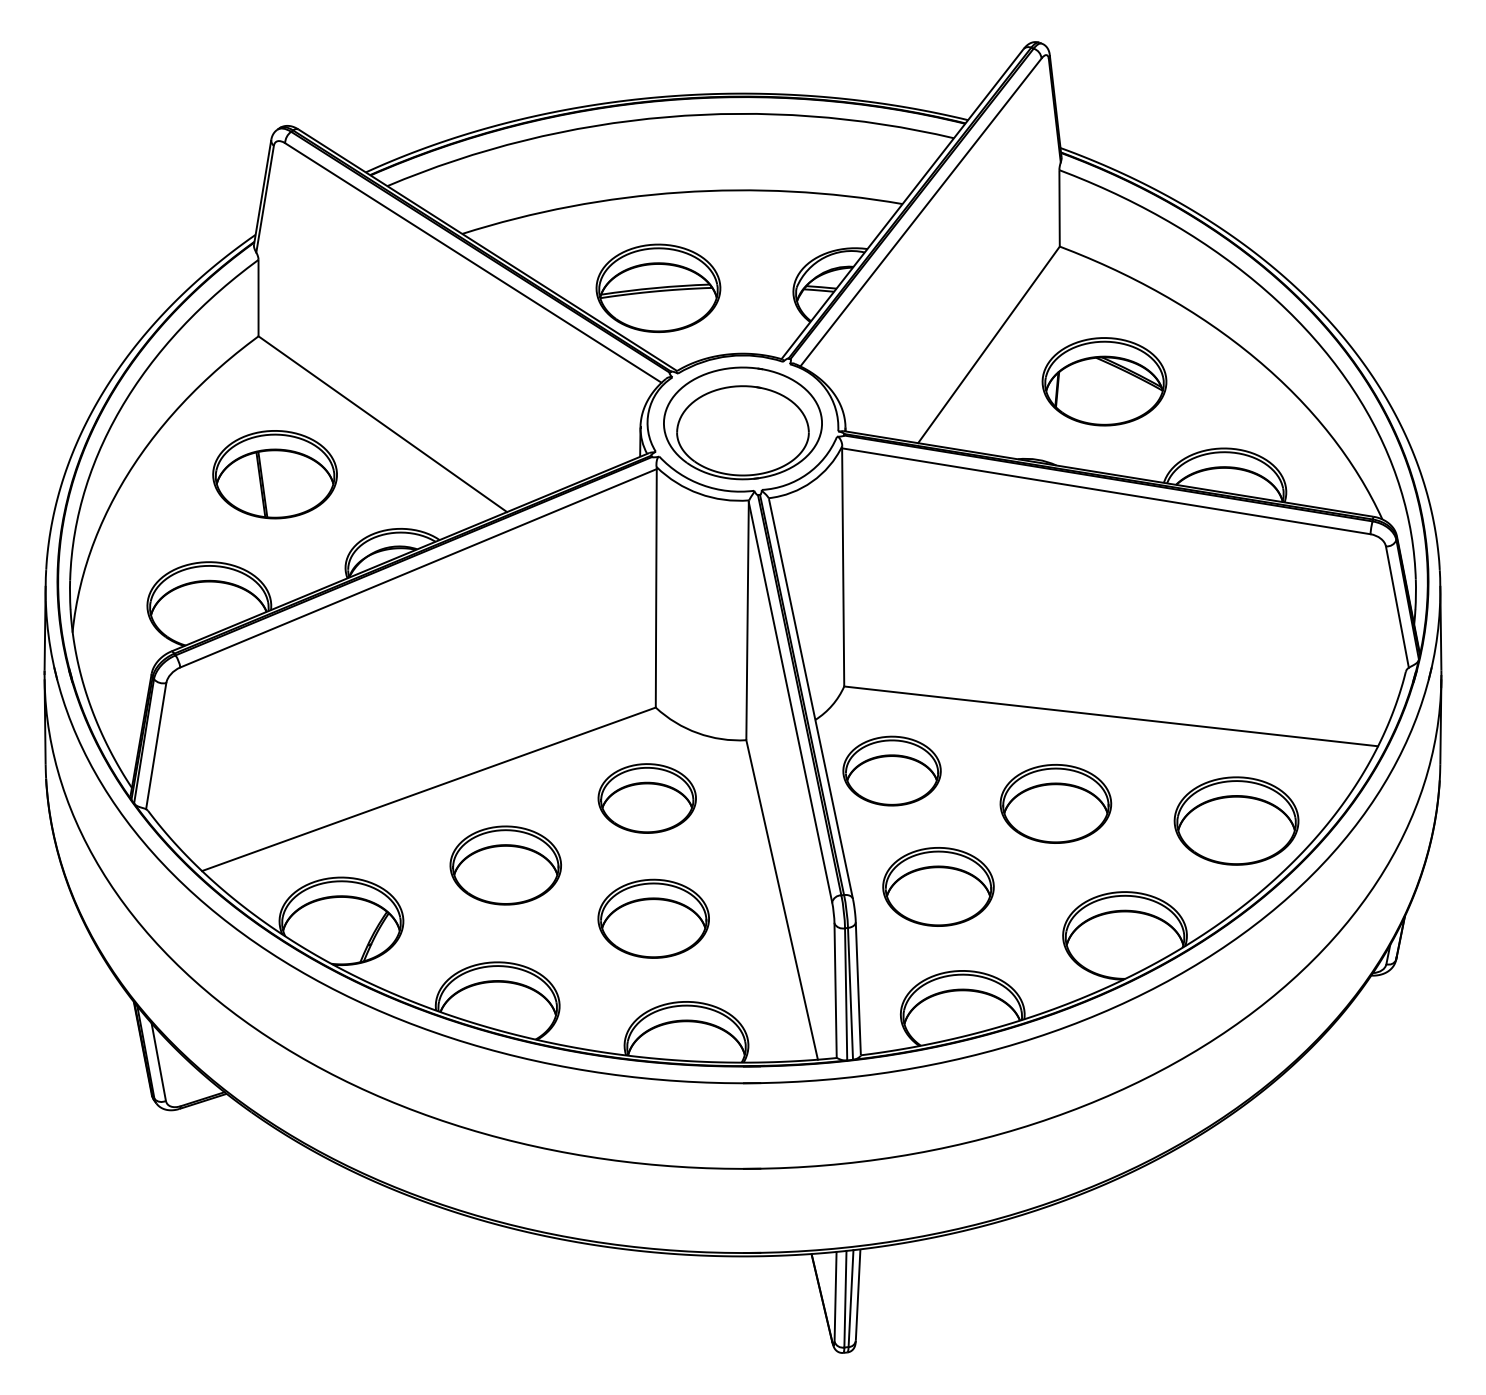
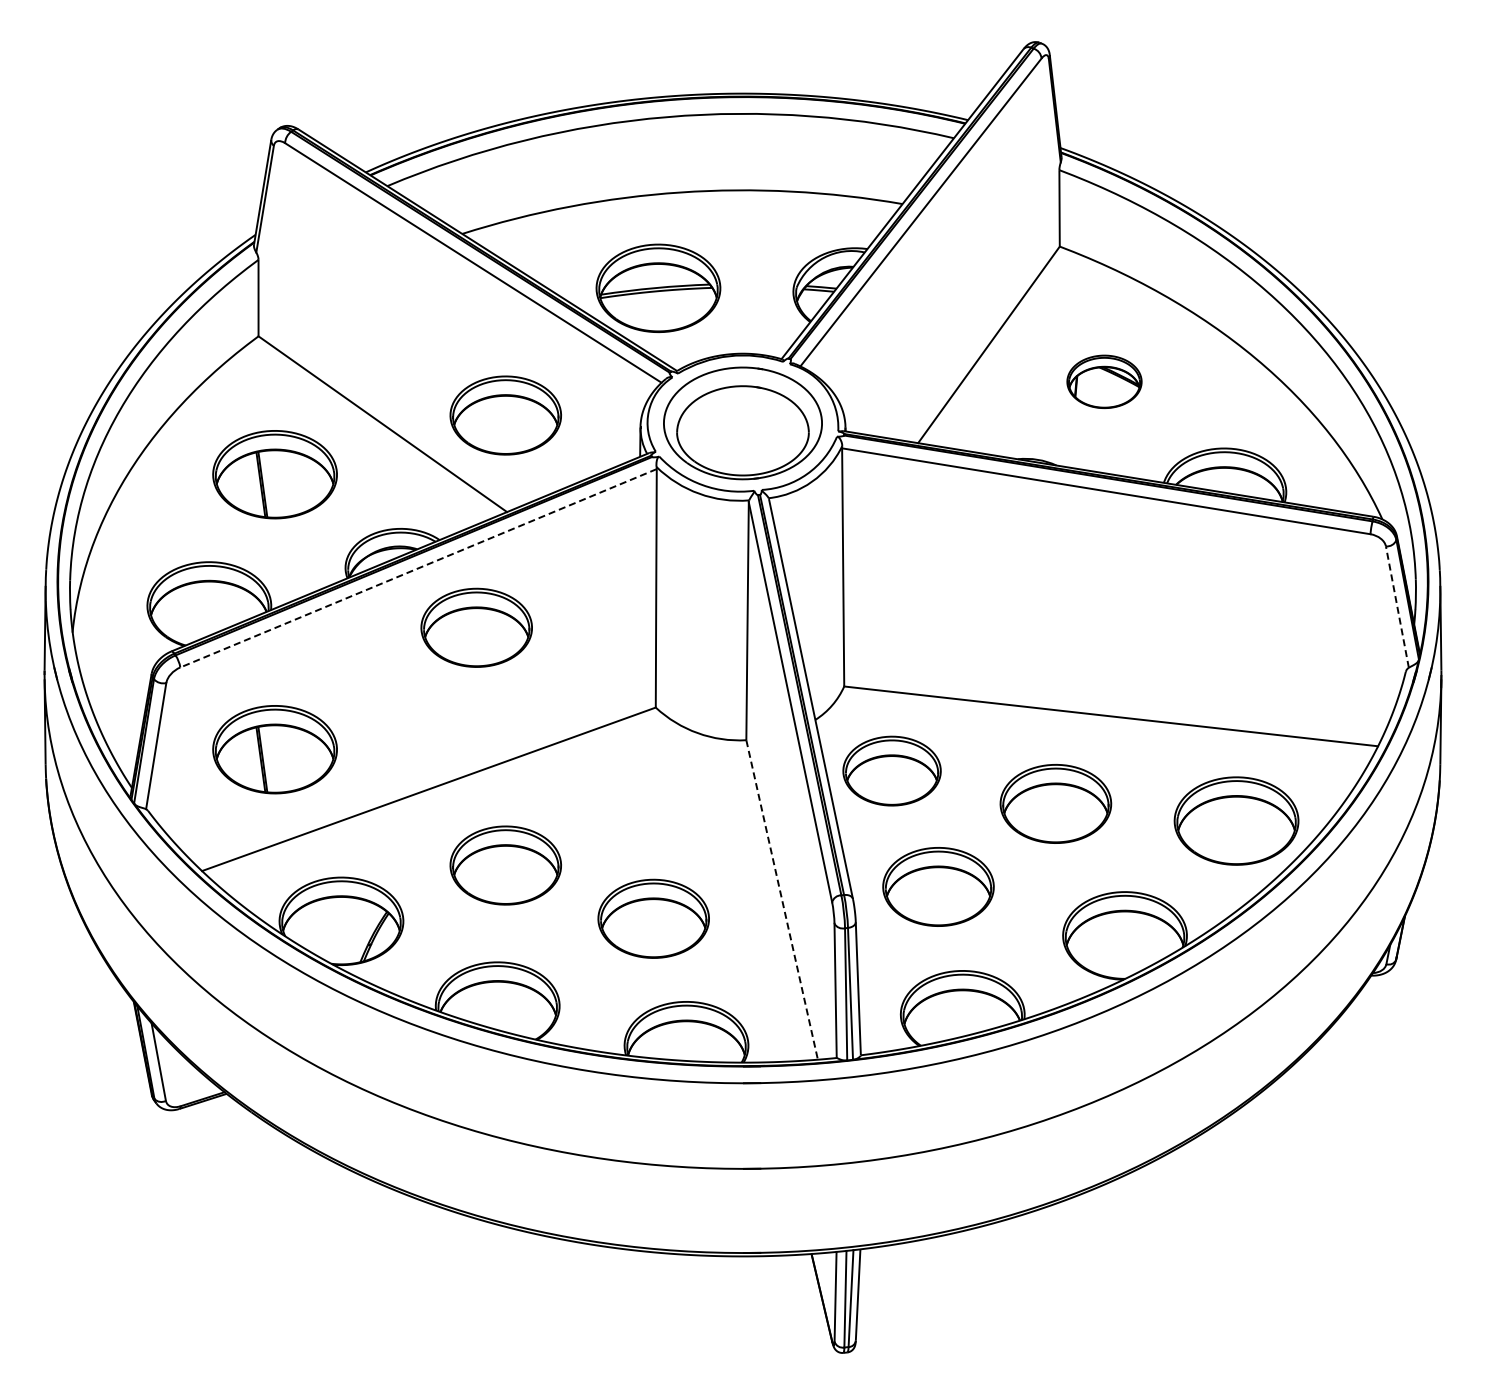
part at (1104, 381) size: 127x90 px -> 77x55 px
part at (505, 415): none -> present
line at (418, 568): solid -> dashed
line at (1397, 607): solid -> dashed
part at (476, 627): none -> present
part at (274, 749): none -> present
part at (646, 798): present -> none
line at (782, 899): solid -> dashed
